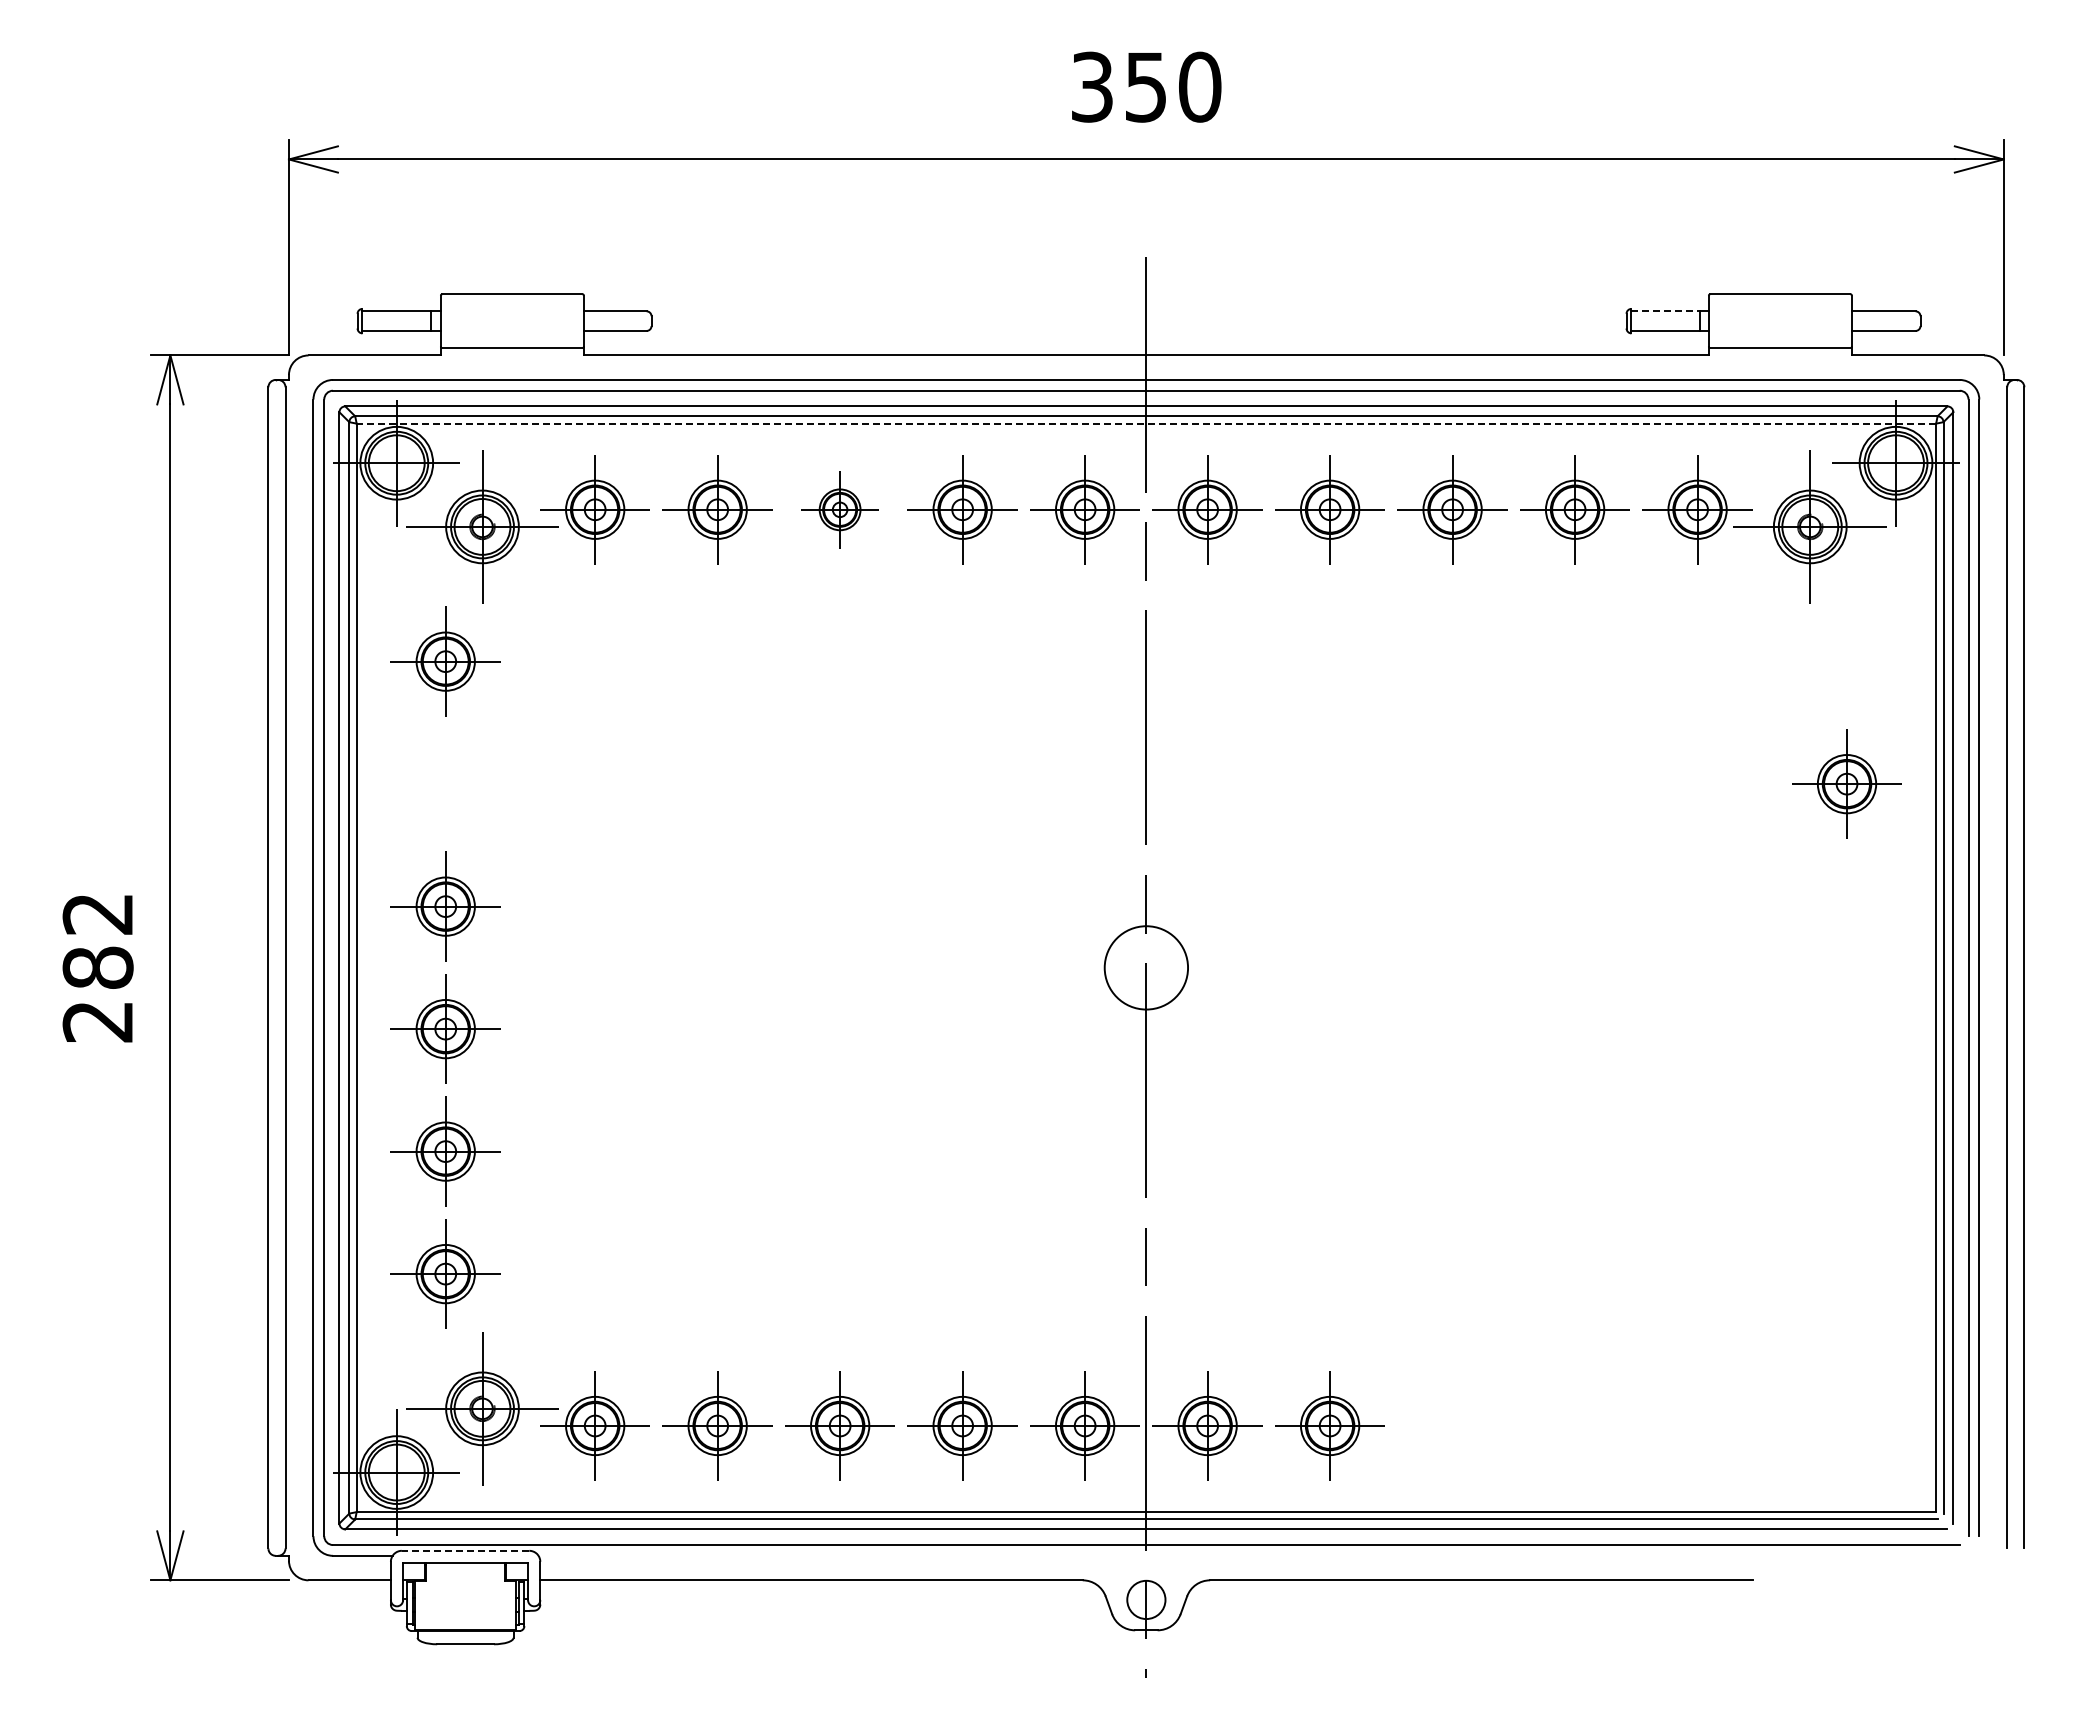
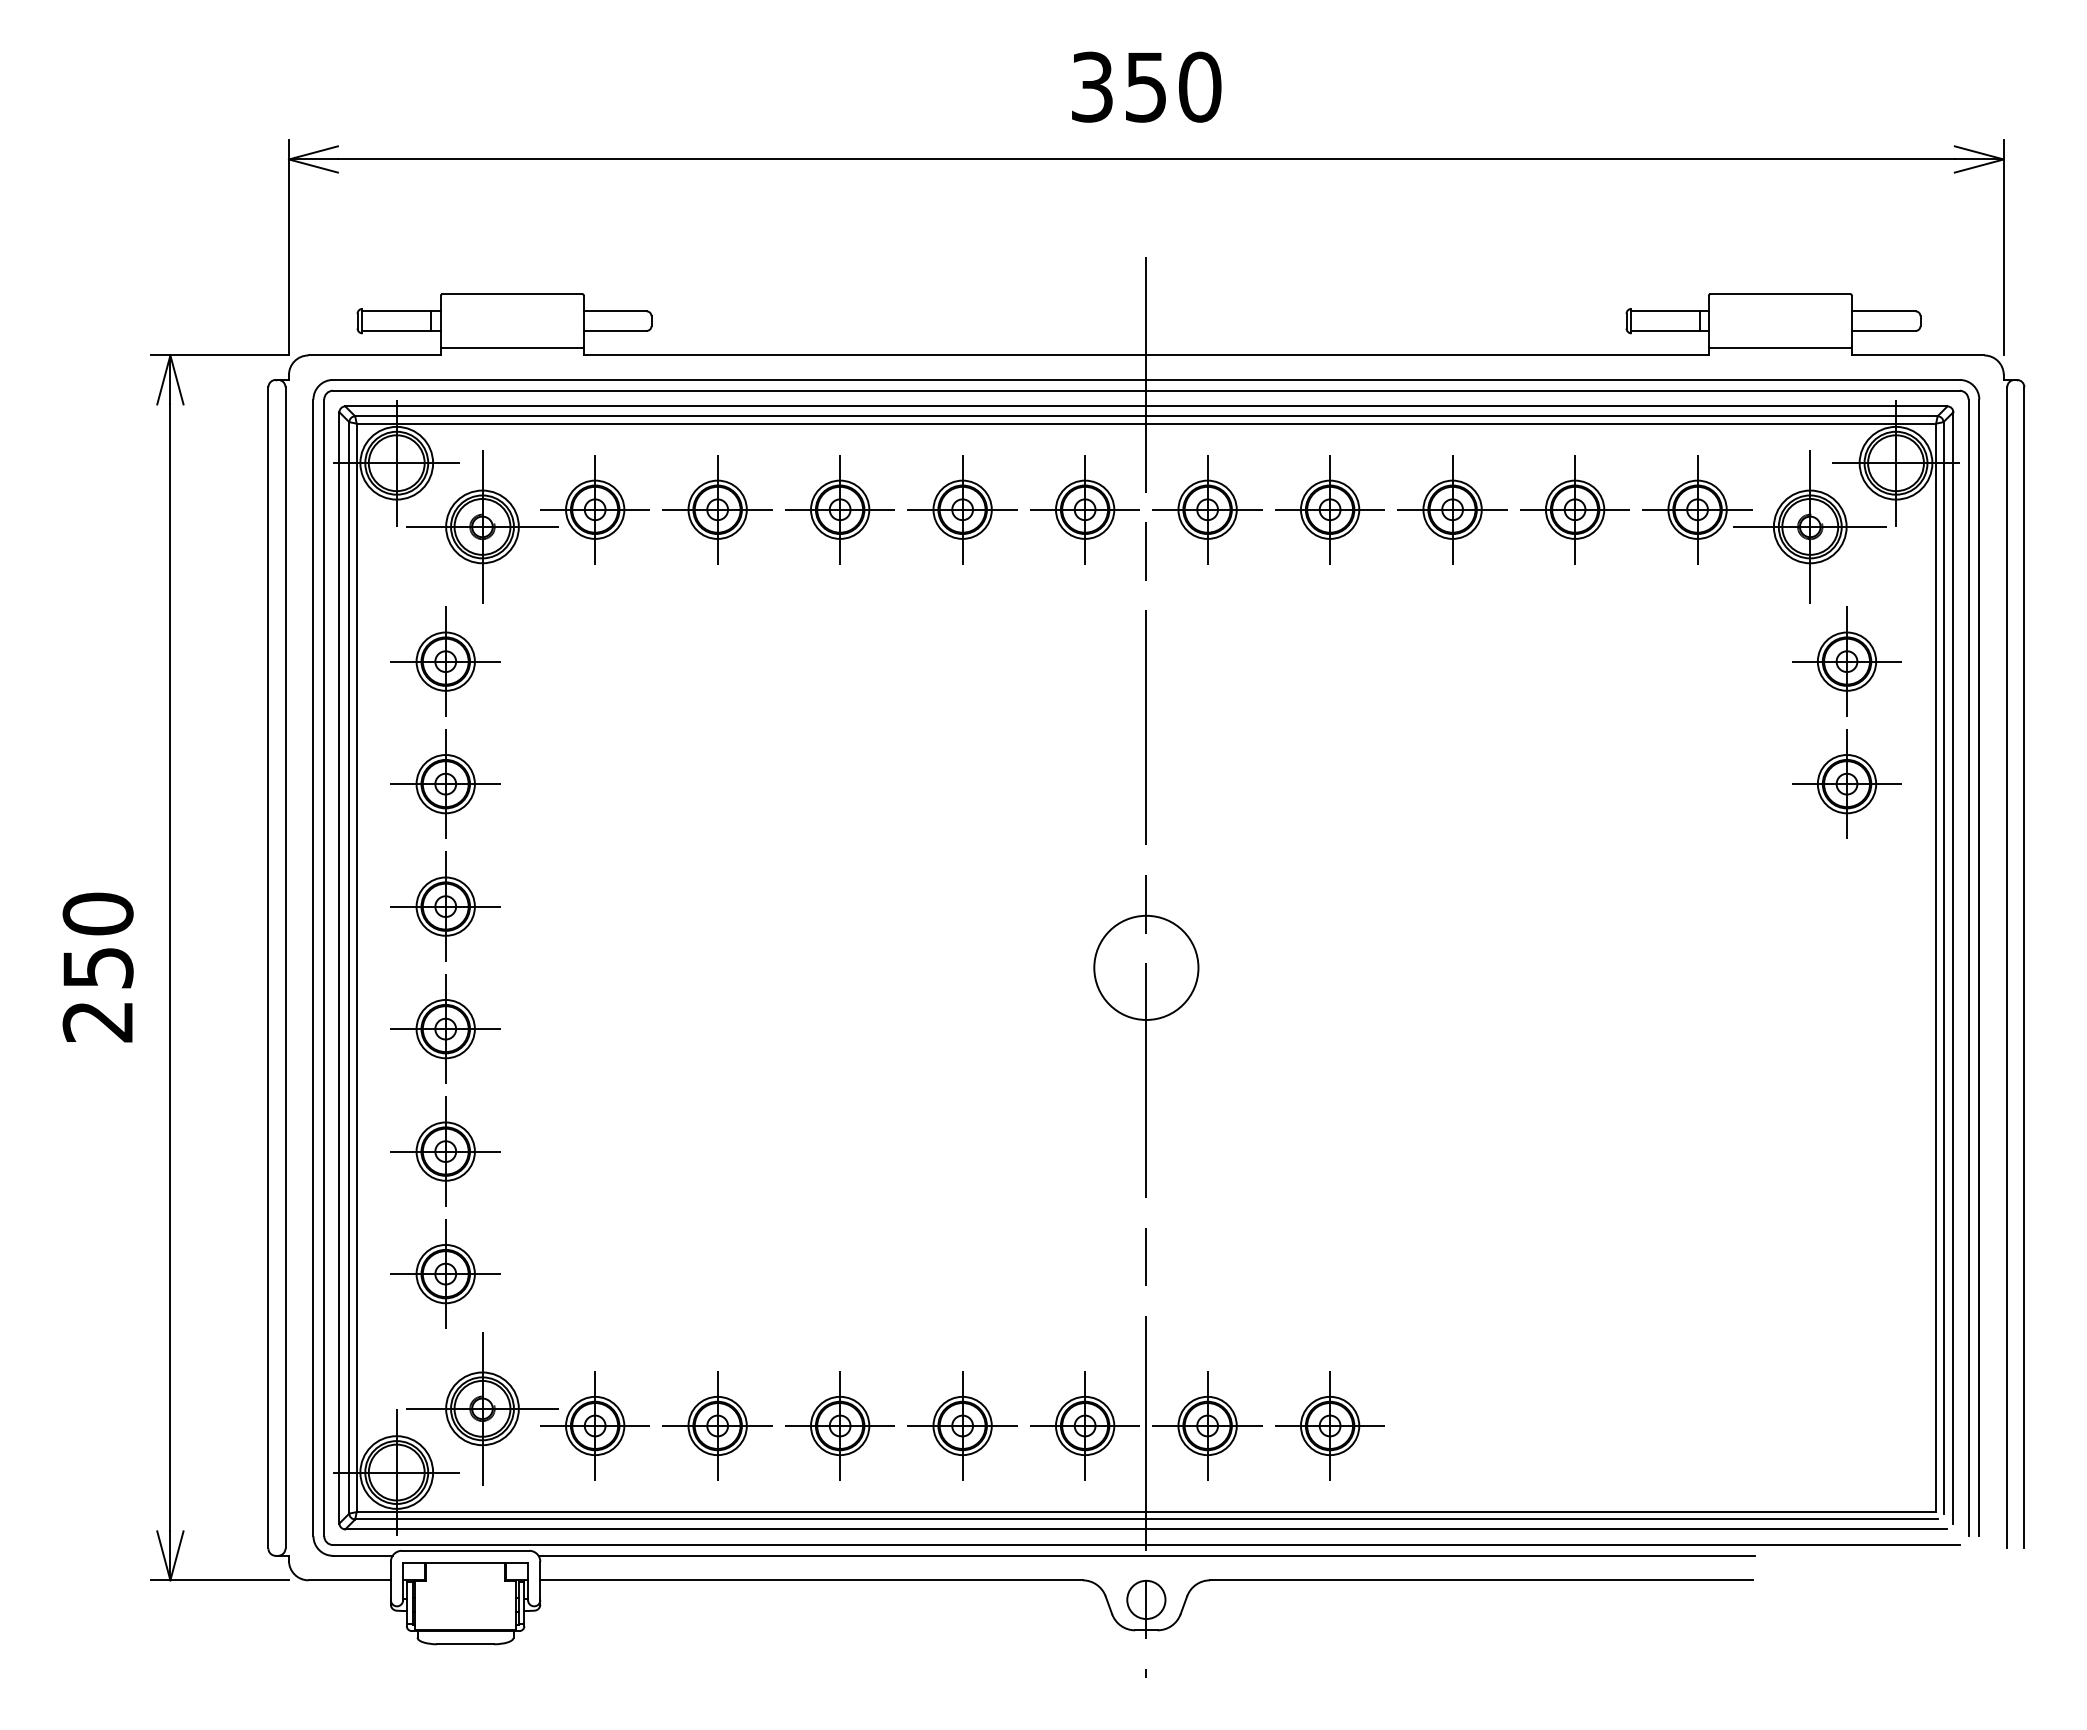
line at (1666, 310): dashed -> solid
line at (1146, 423): dashed -> solid
part at (839, 509) size: 78x78 px -> 110x110 px
part at (1846, 661): none -> present
part at (445, 783): none -> present
text at (97, 940): 282 -> 250
circle at (1146, 967) diameter: 83 px -> 104 px
line at (465, 1550): dashed -> solid
line at (1146, 1555): none -> present
